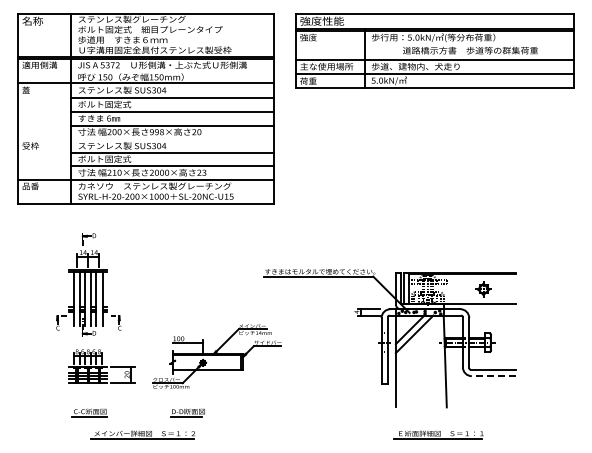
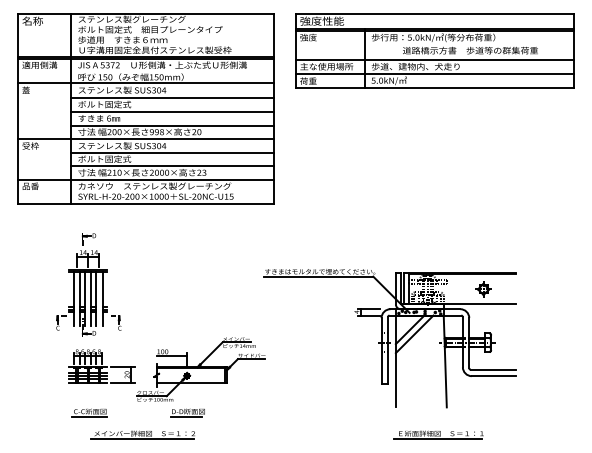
line at (145, 139): none -> present
part at (216, 356) position: (216, 356) -> (200, 369)
line at (493, 376): dashed -> solid
